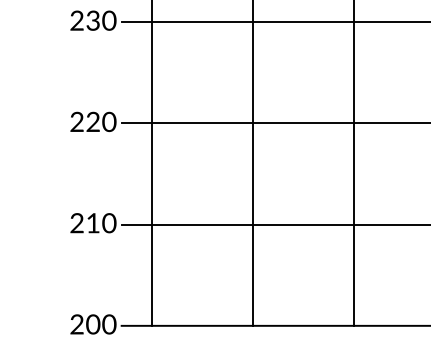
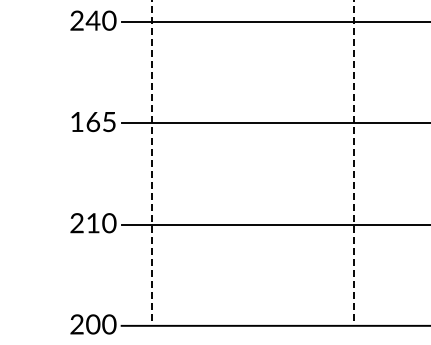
text at (92, 20): 230 -> 240
text at (93, 121): 220 -> 165
line at (152, 163): solid -> dashed
line at (253, 163): present -> none
line at (354, 163): solid -> dashed
